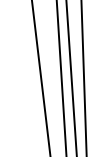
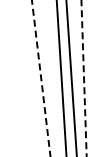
line at (41, 78): solid -> dashed
line at (84, 78): solid -> dashed
